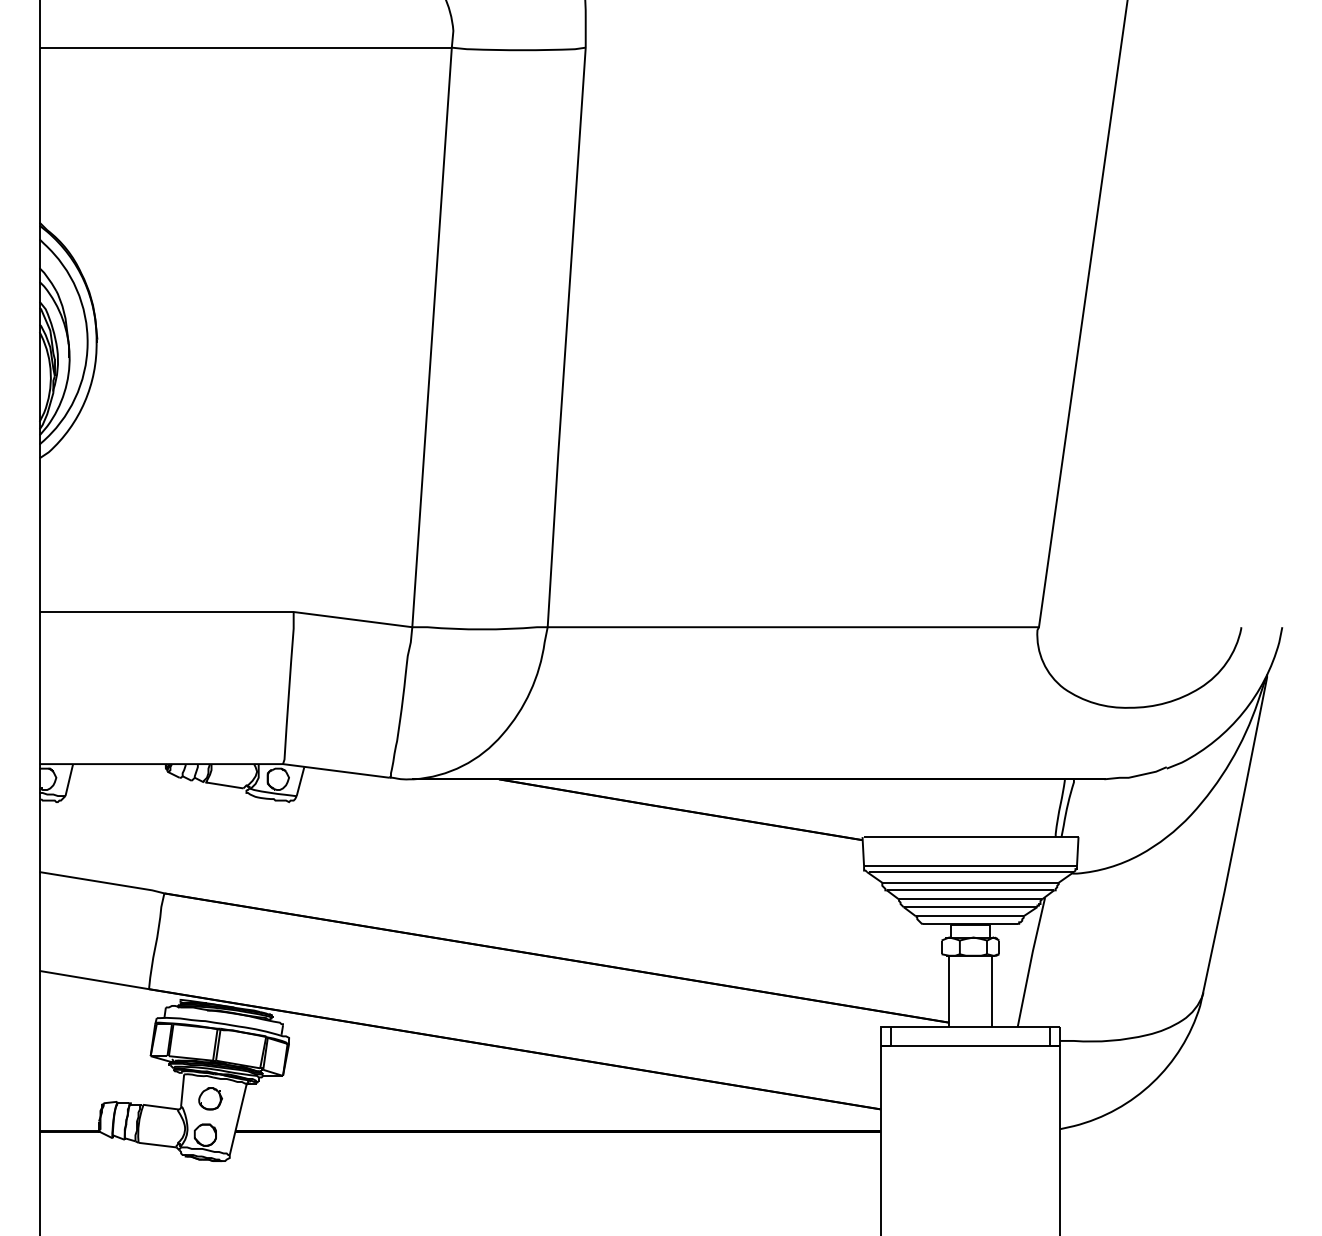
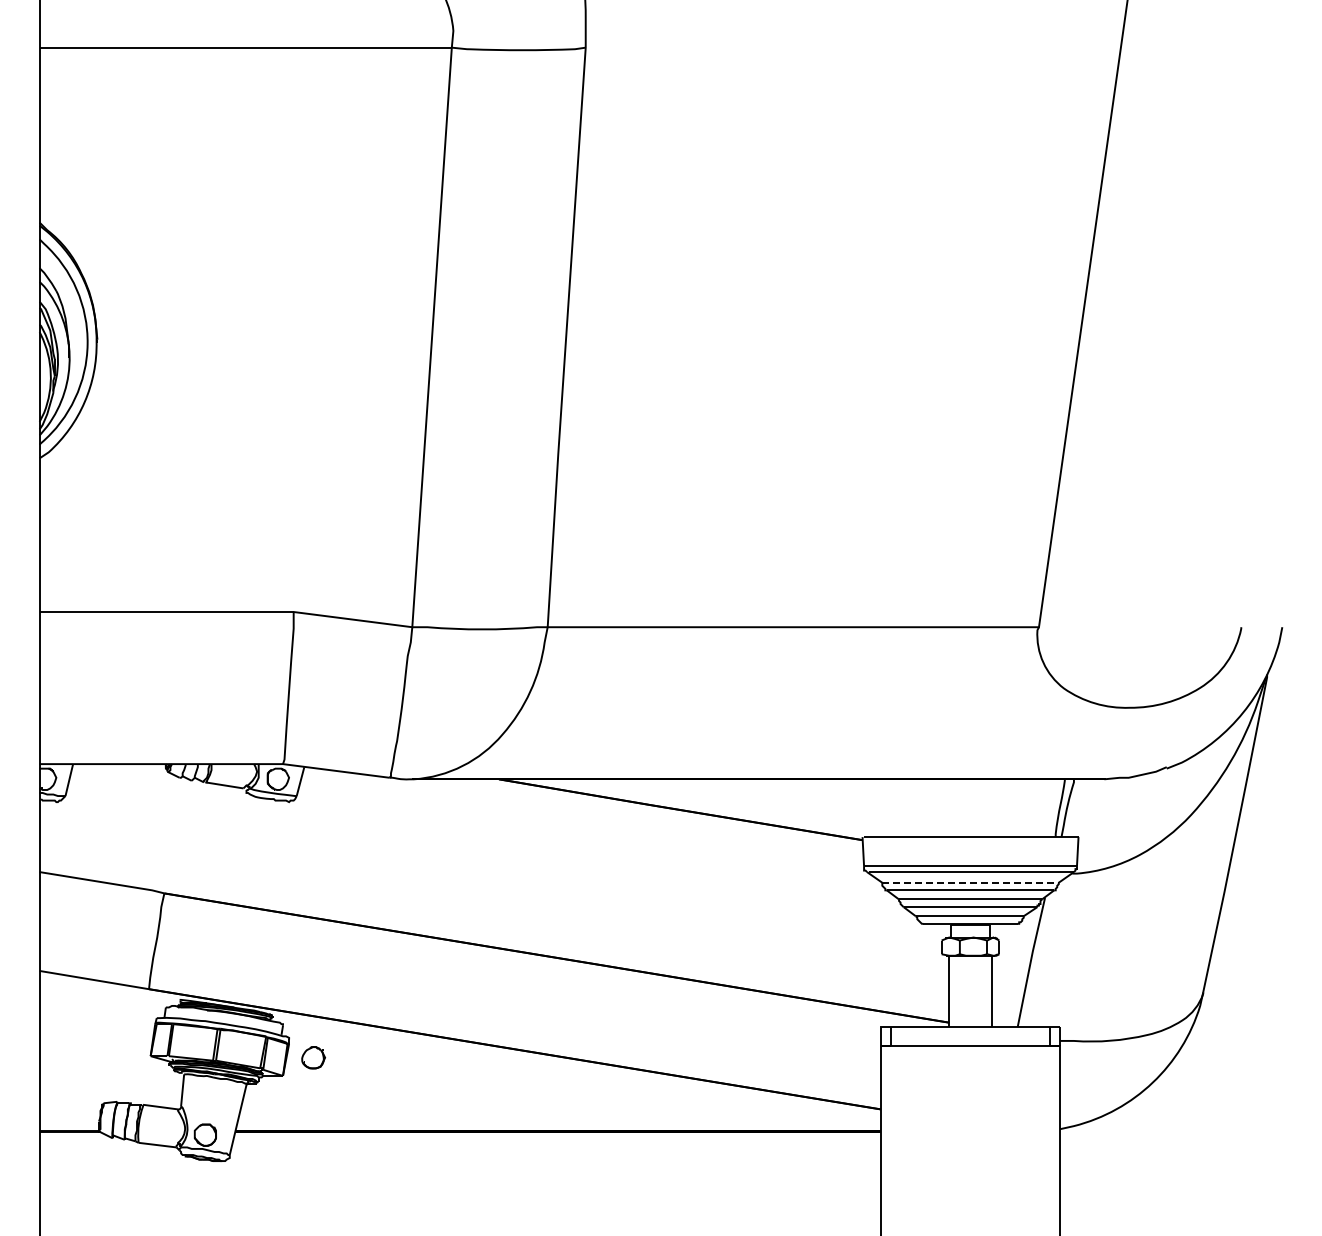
line at (970, 882): solid -> dashed
part at (210, 1098) position: (210, 1098) -> (313, 1057)
